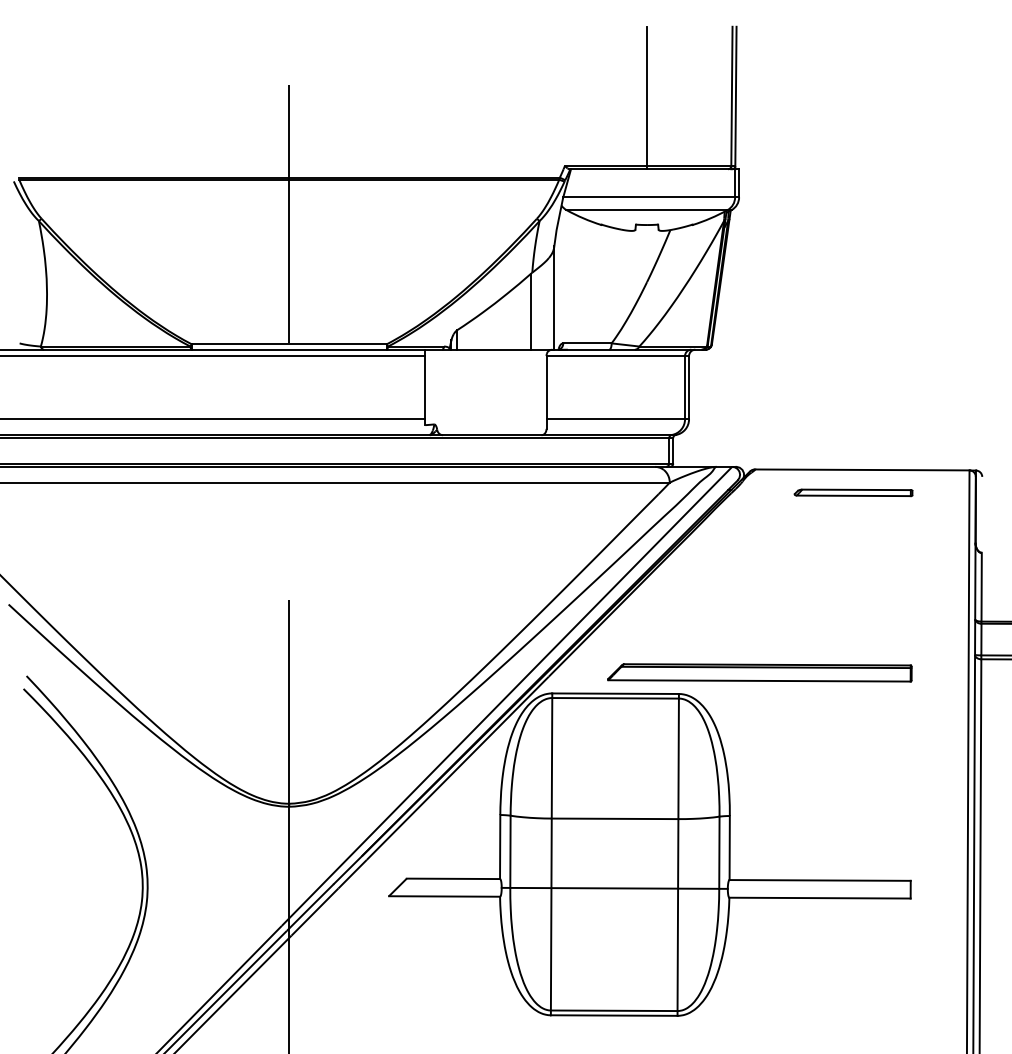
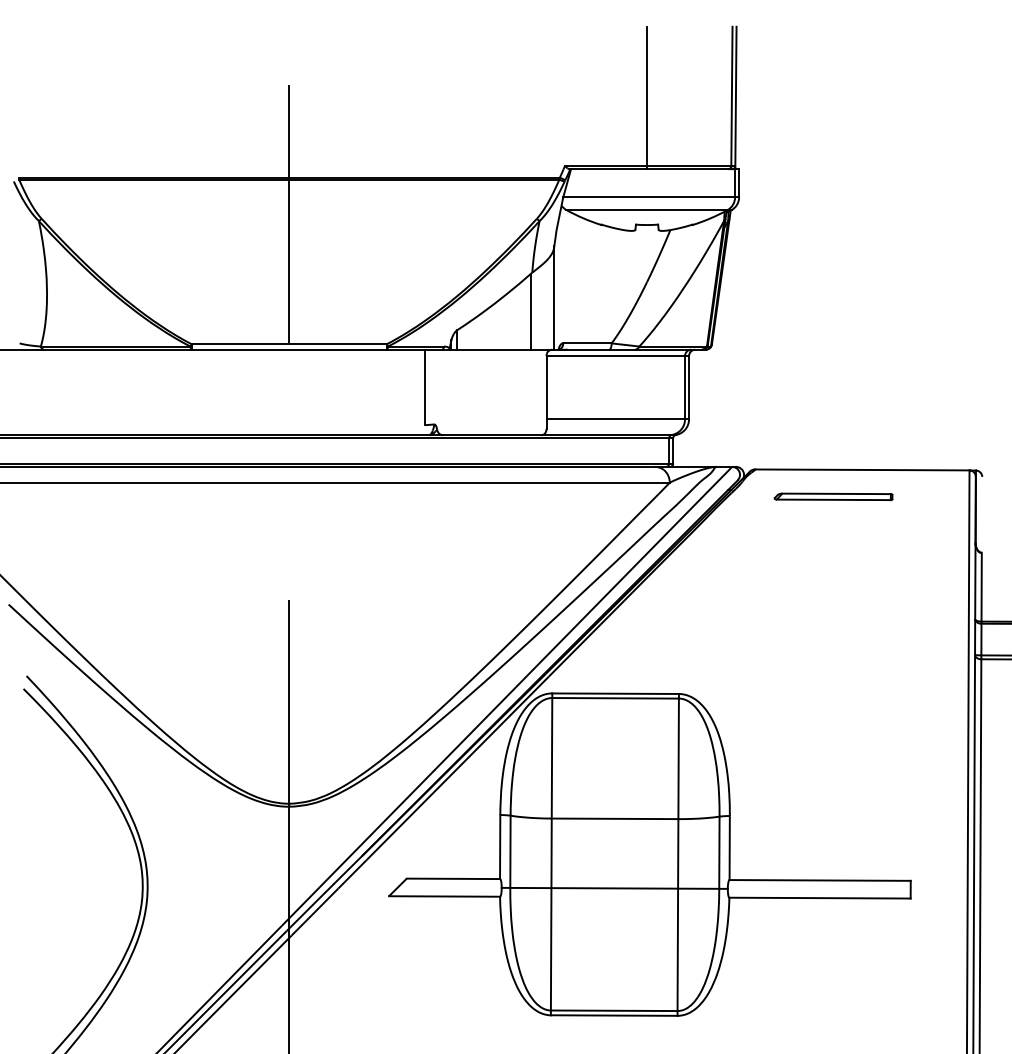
line at (213, 356): present -> none
line at (213, 419): present -> none
part at (853, 492) position: (853, 492) -> (833, 496)
part at (759, 672): present -> none
